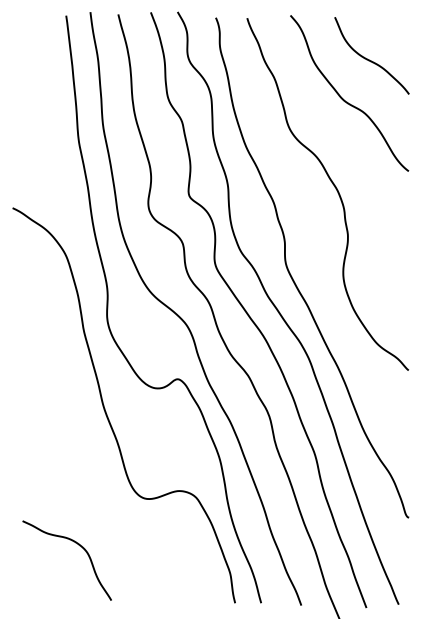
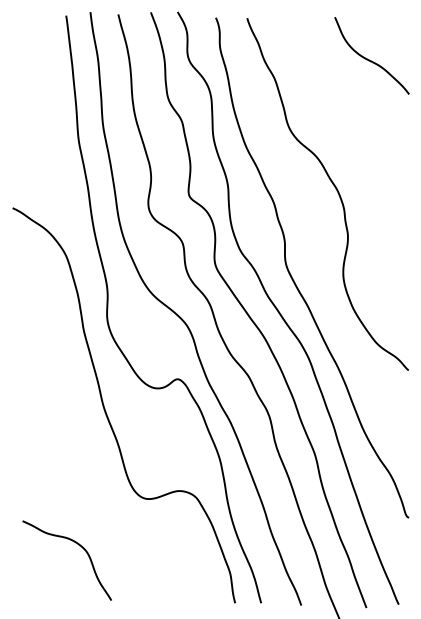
curve at (343, 98): present -> none
